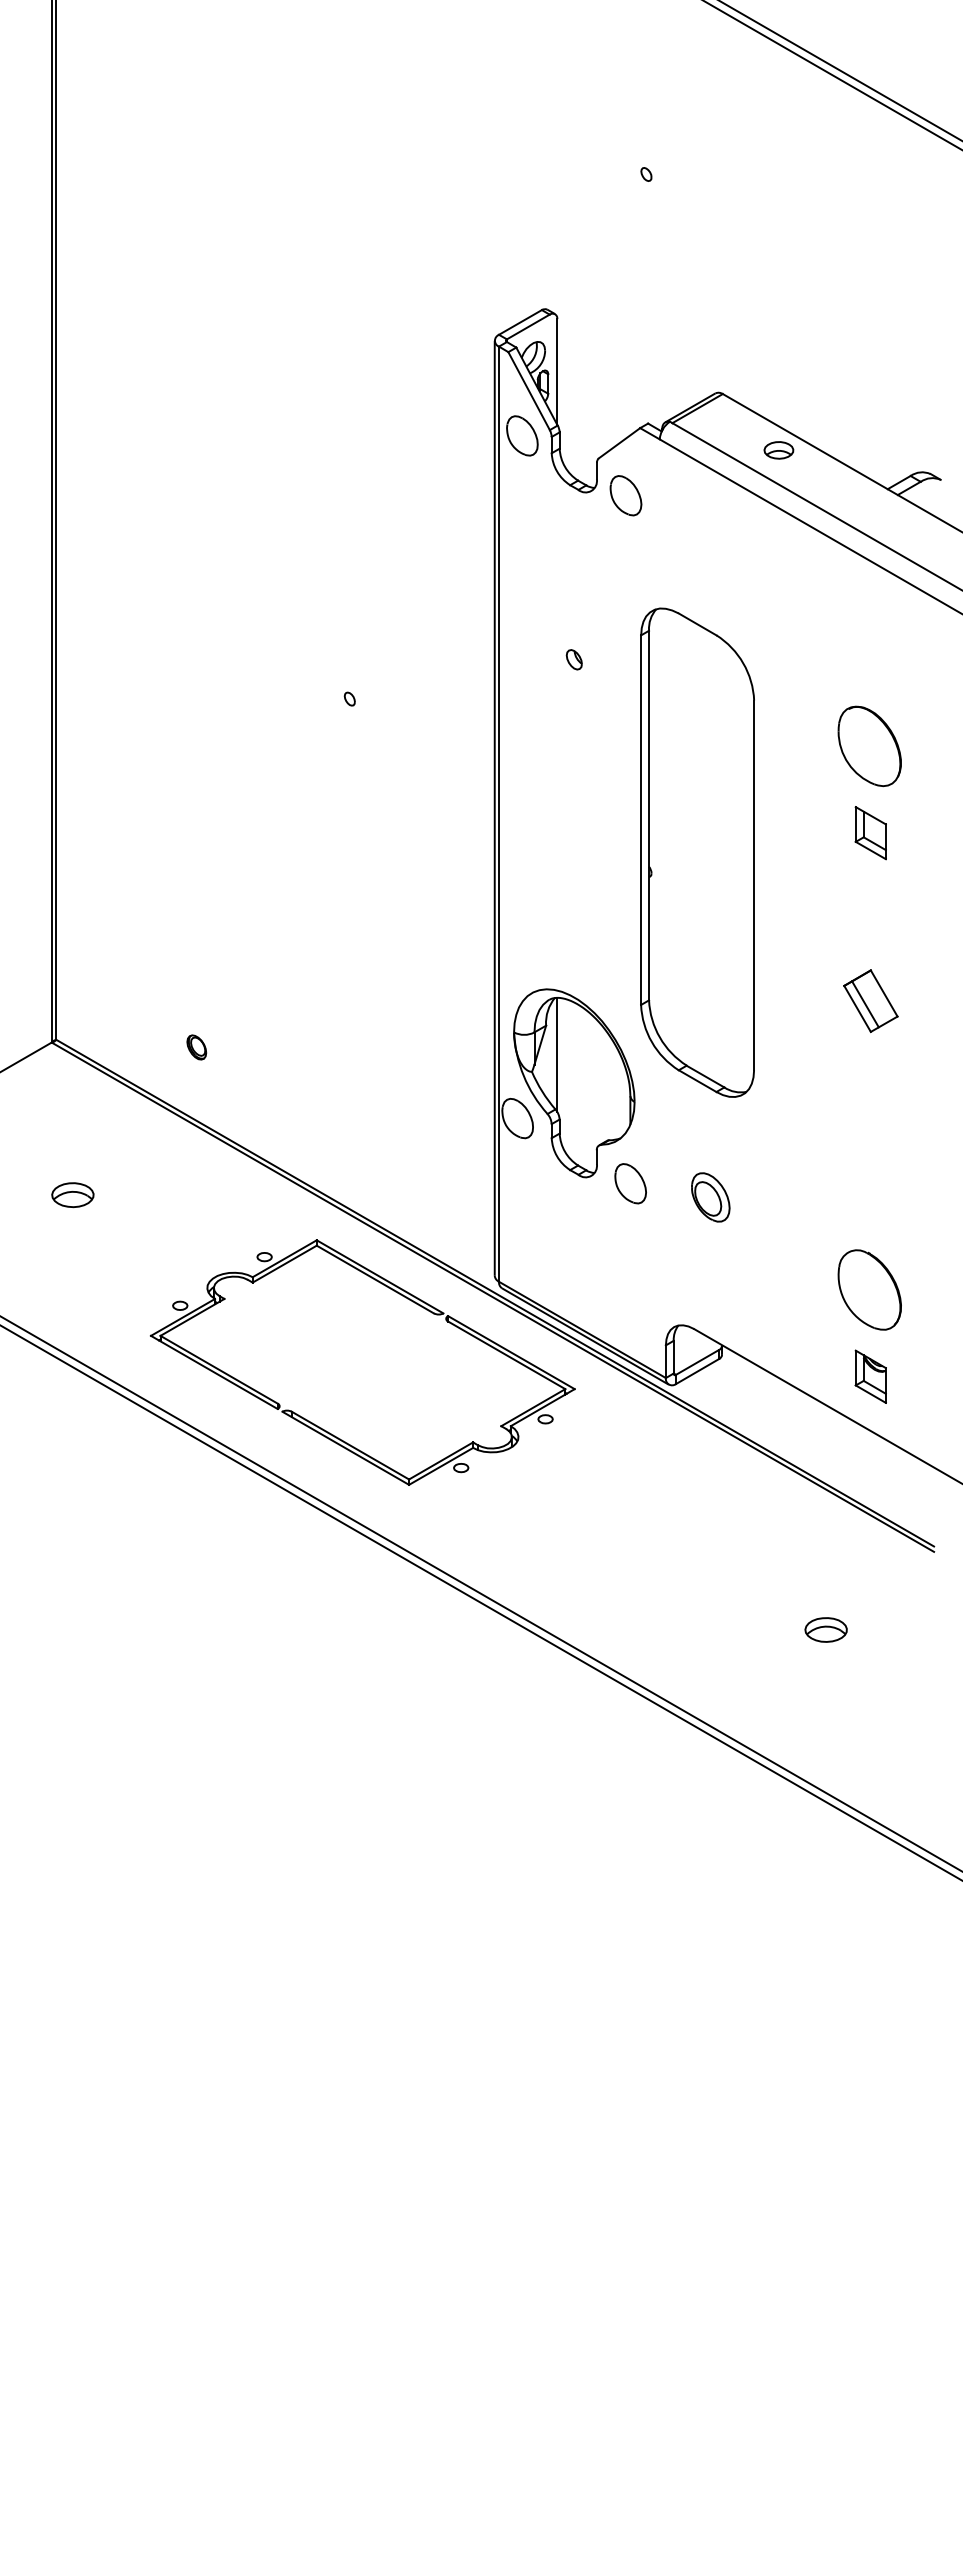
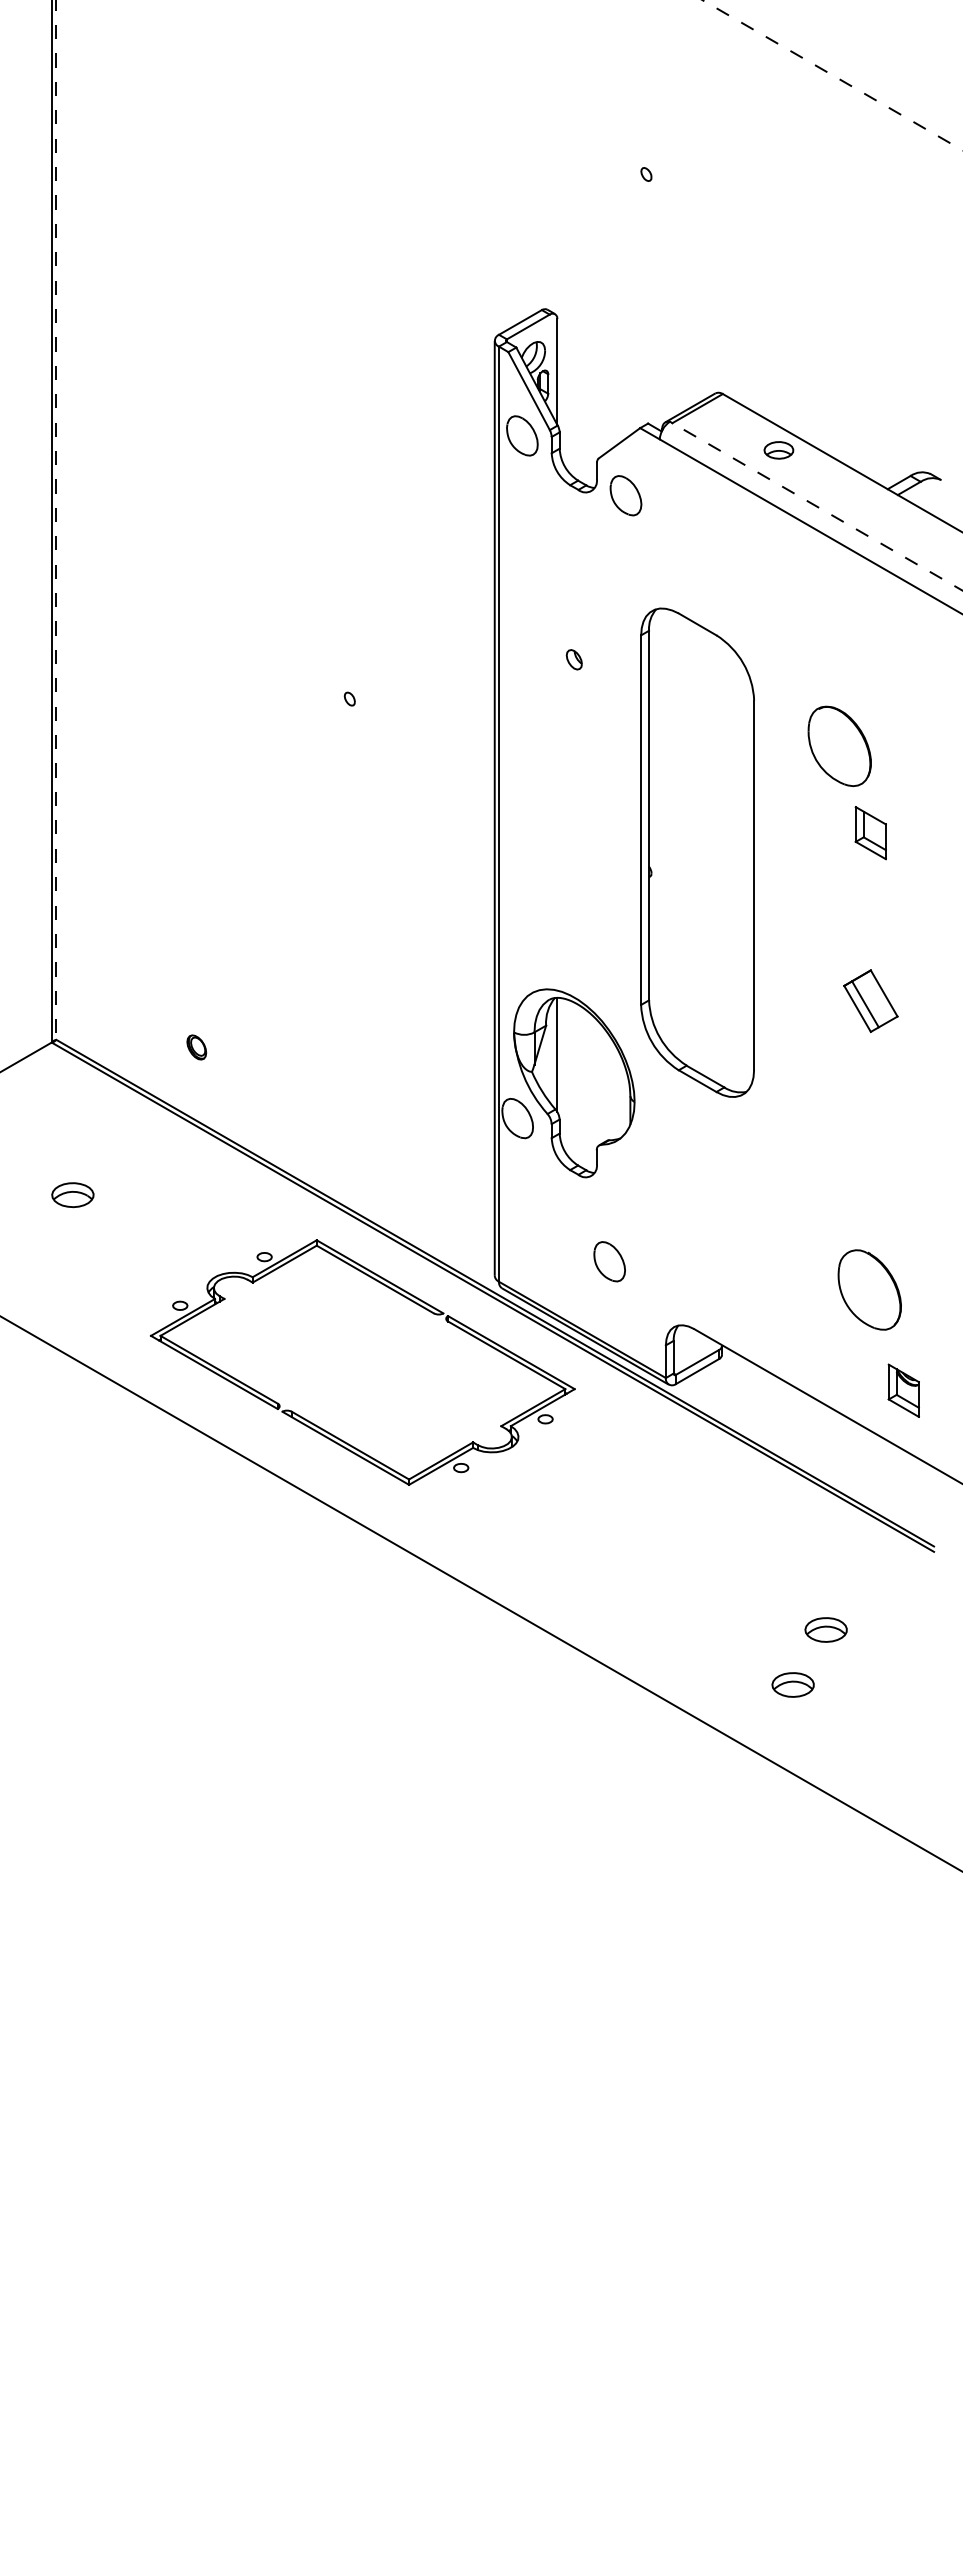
line at (840, 70): present -> none
line at (832, 75): solid -> dashed
line at (817, 506): solid -> dashed
line at (56, 520): solid -> dashed
part at (869, 746) position: (869, 746) -> (839, 746)
part at (630, 1183) position: (630, 1183) -> (609, 1261)
part at (710, 1197): present -> none
part at (870, 1376) position: (870, 1376) -> (903, 1390)
line at (480, 1602): present -> none
part at (792, 1684): none -> present
